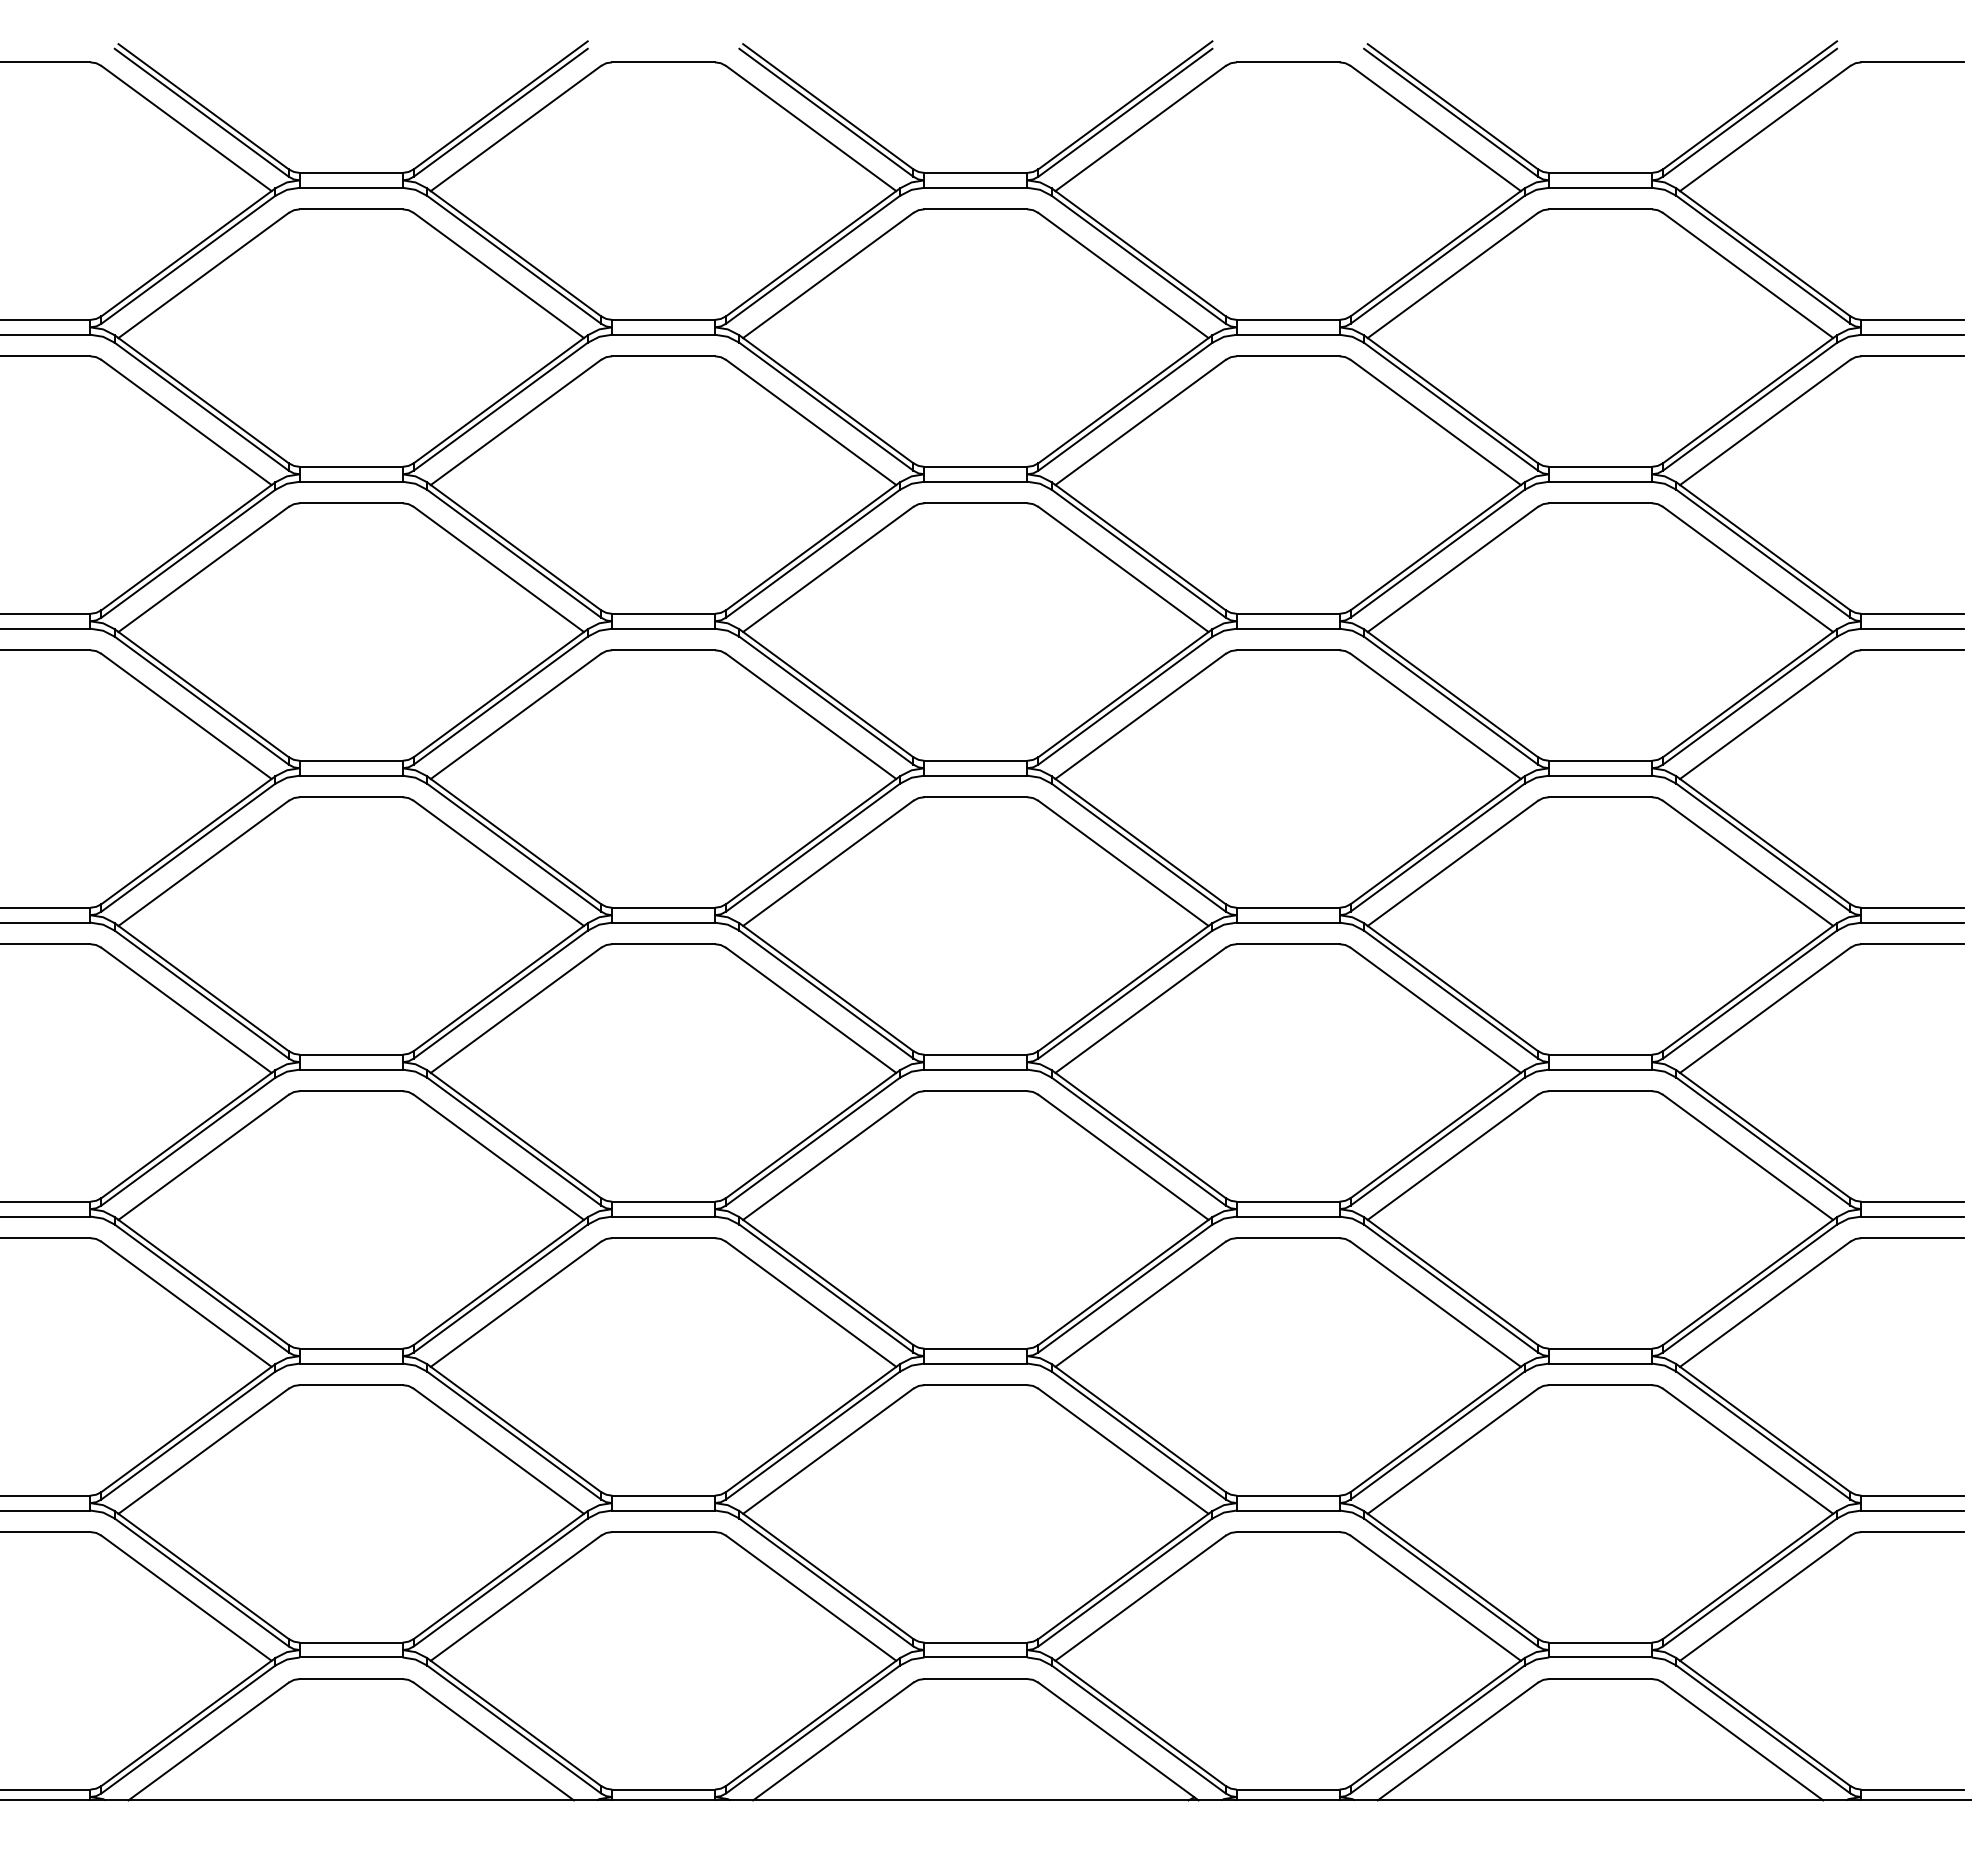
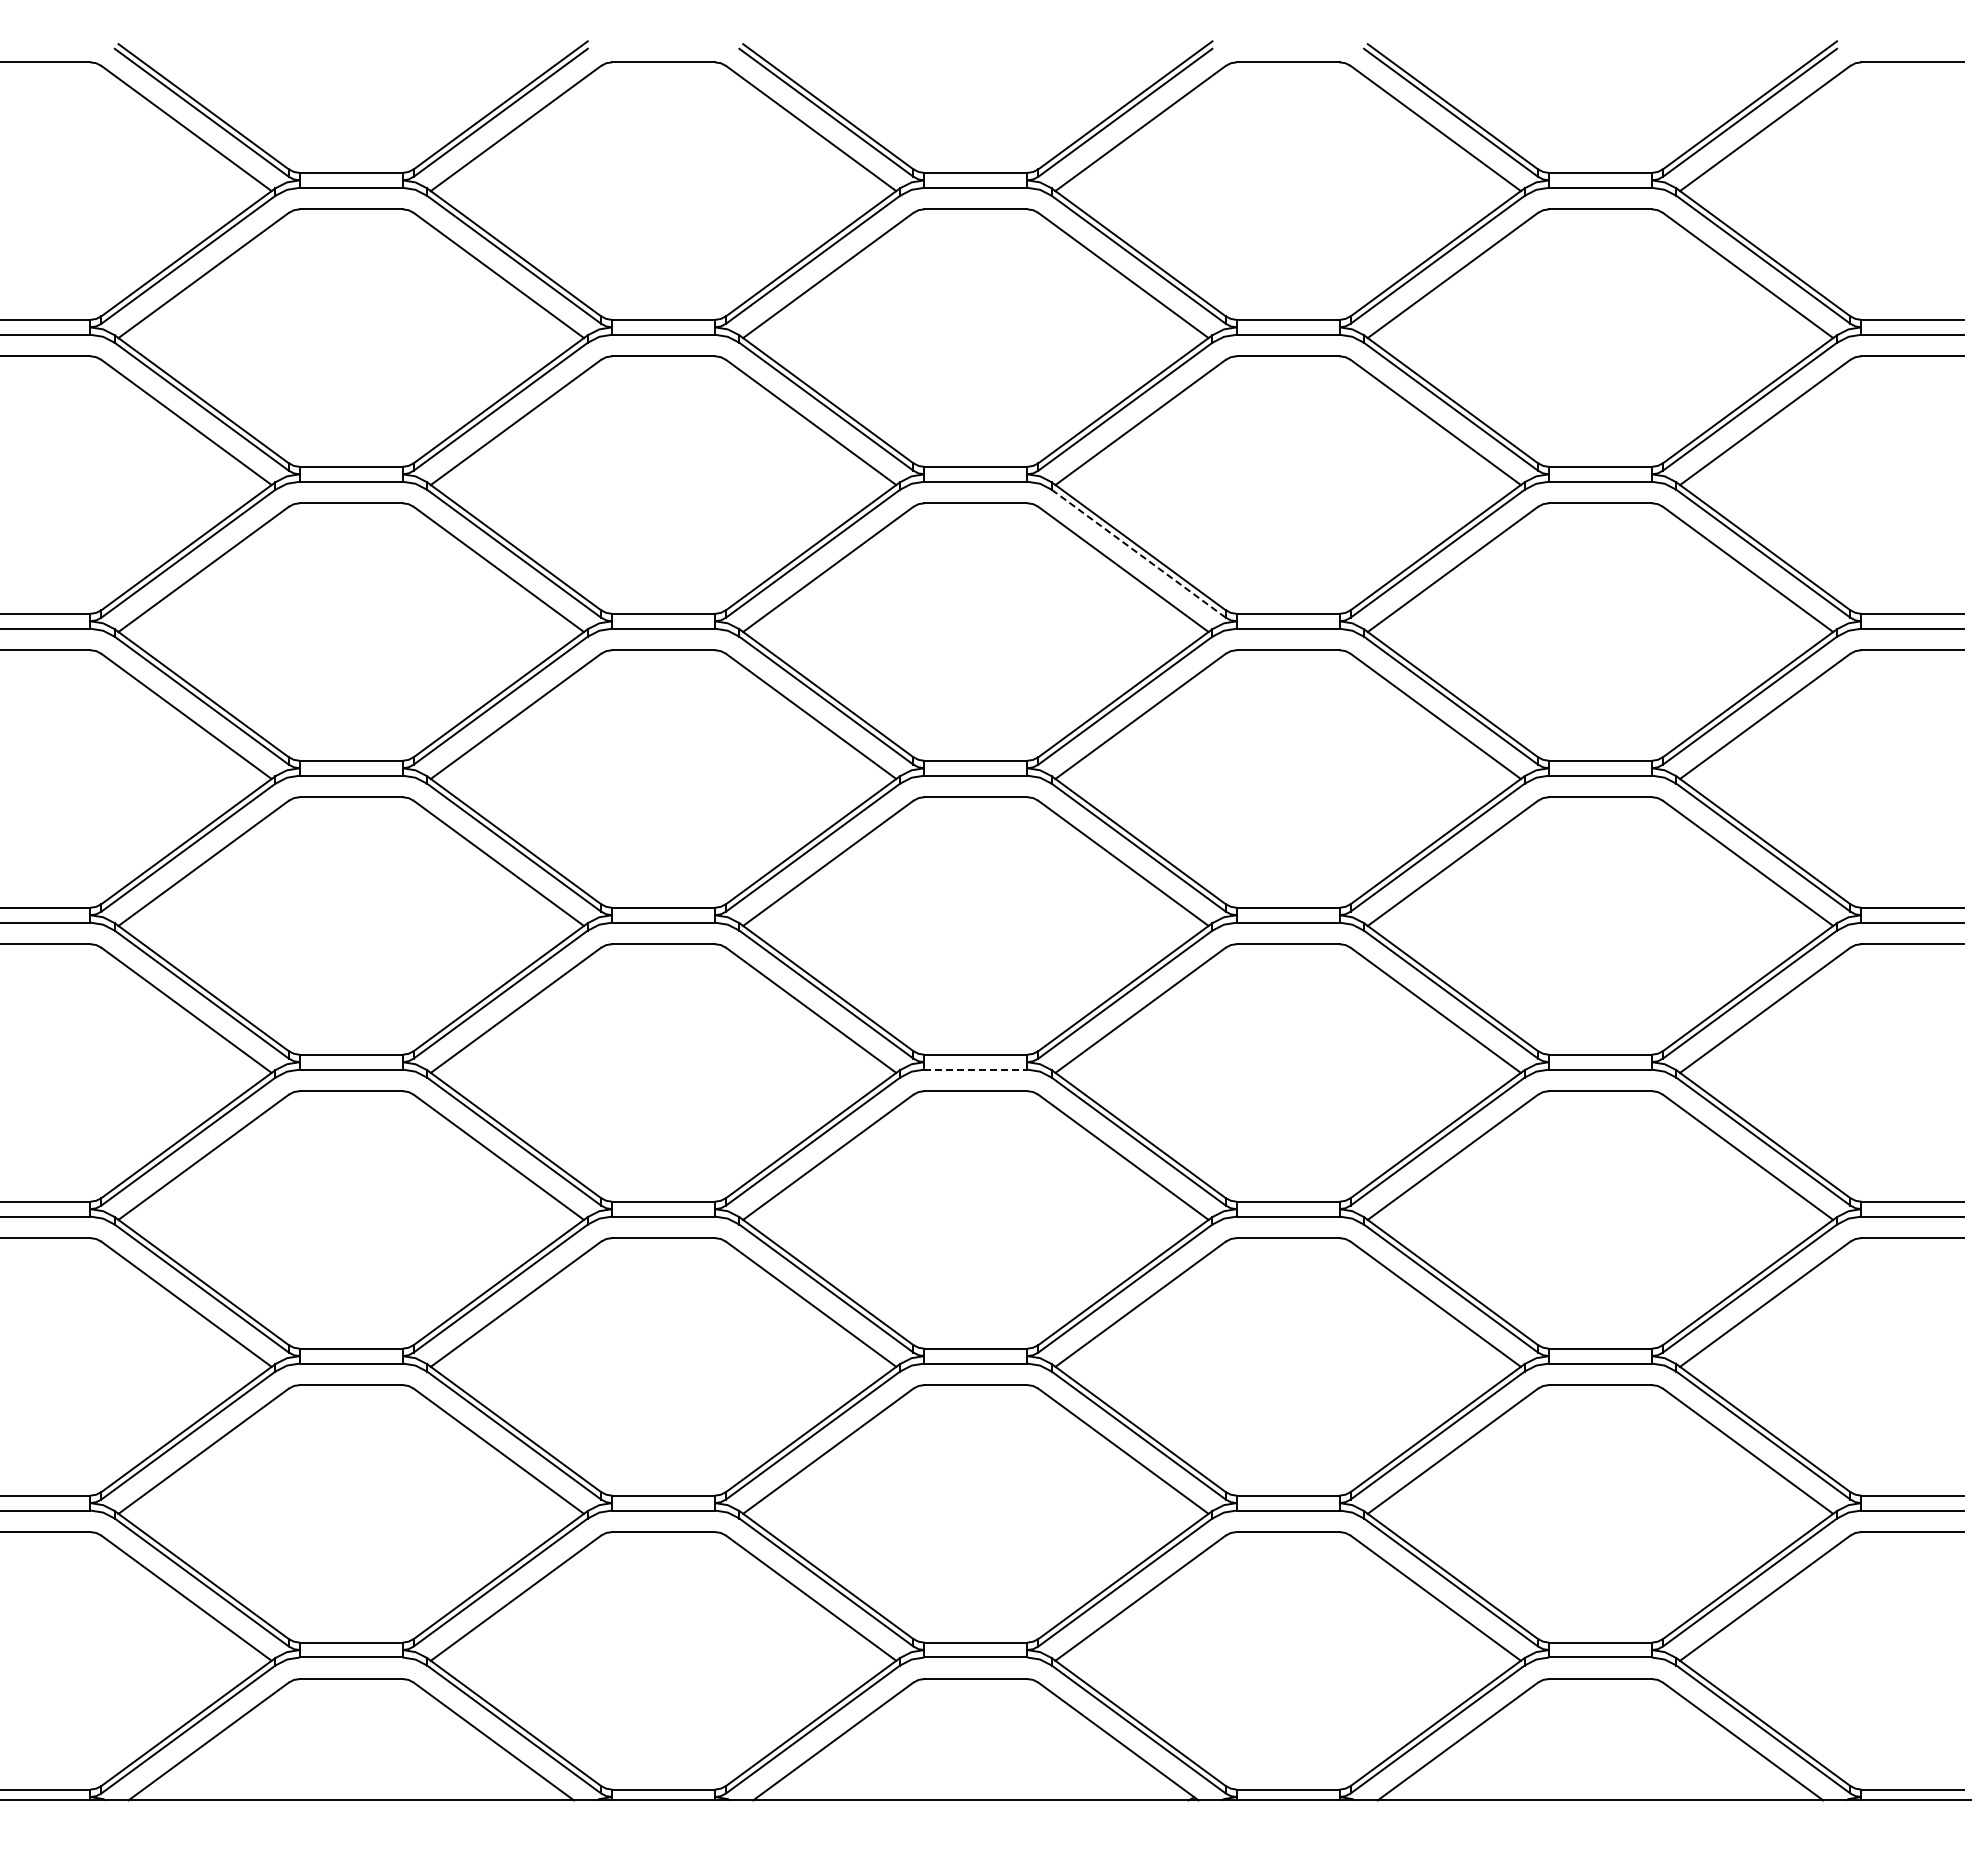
line at (1138, 553): solid -> dashed
line at (976, 1069): solid -> dashed
